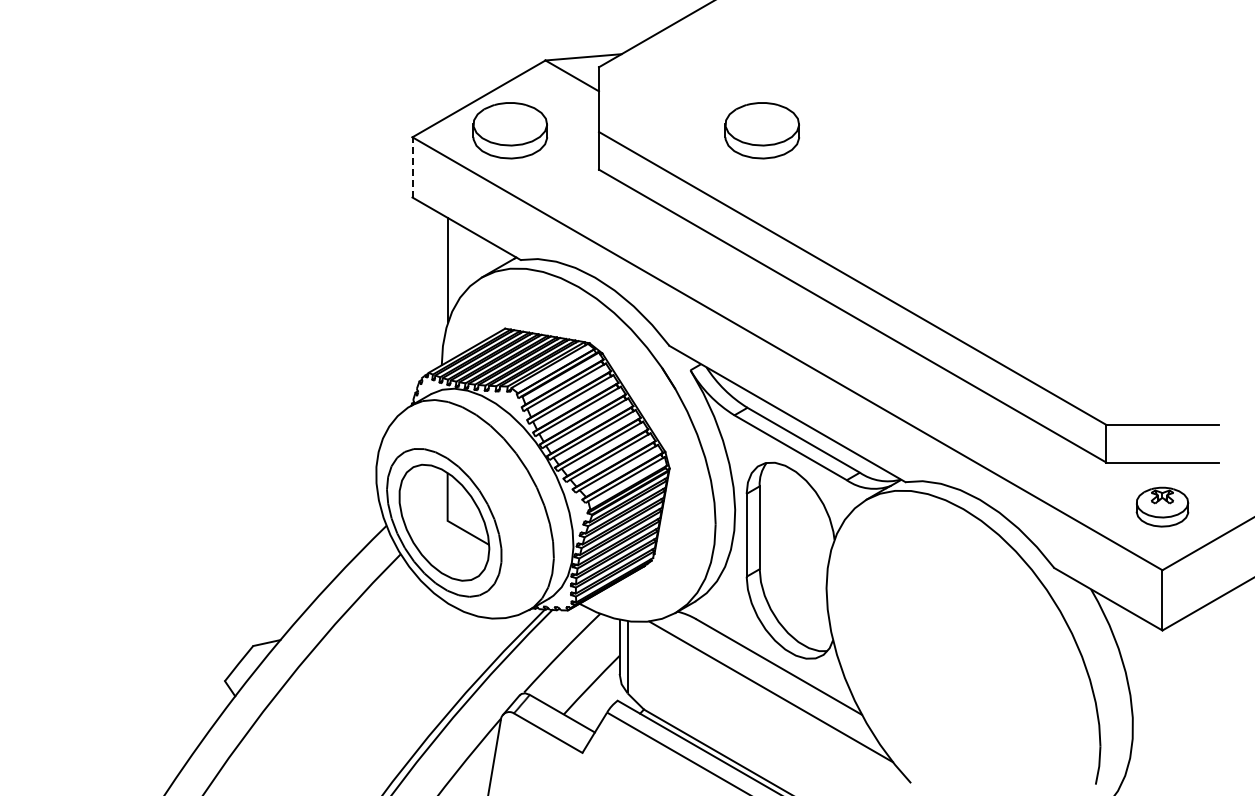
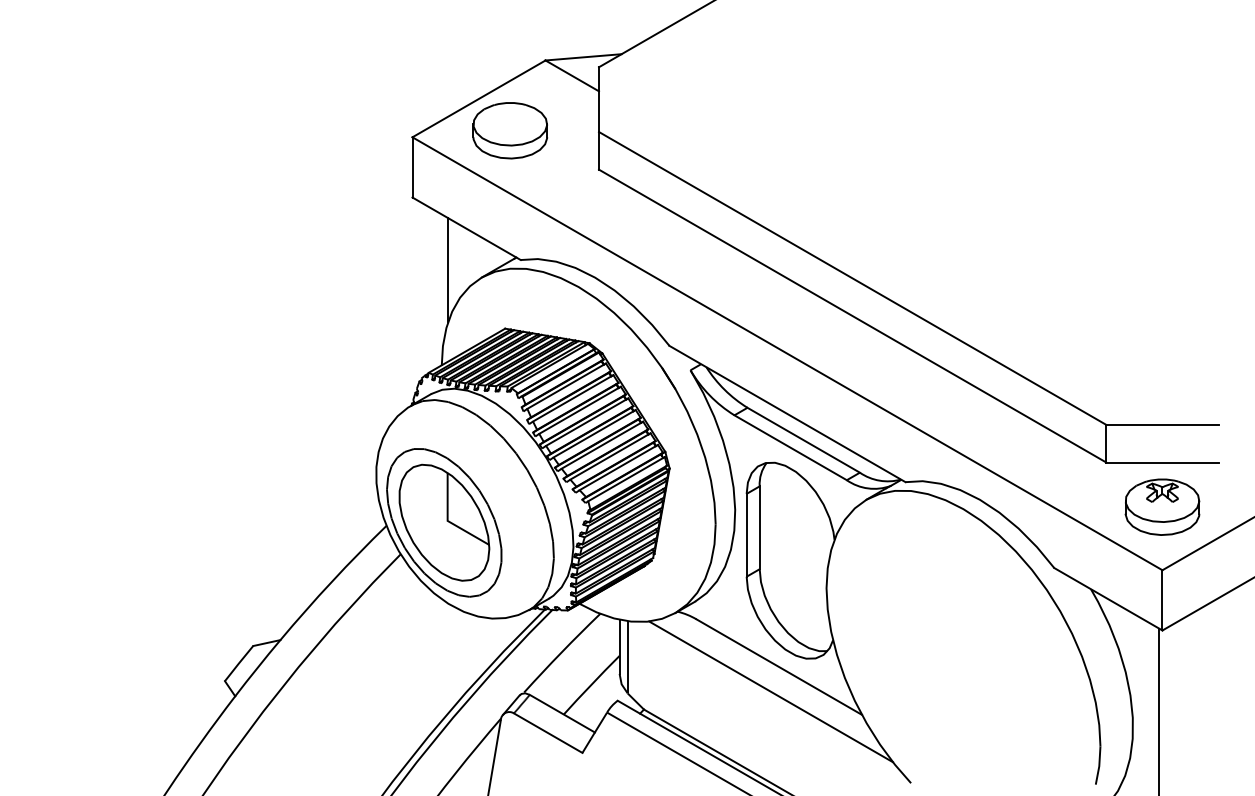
part at (761, 130): present -> none
line at (412, 166): dashed -> solid
part at (1162, 506) size: 55x42 px -> 77x58 px
line at (1159, 710): none -> present
